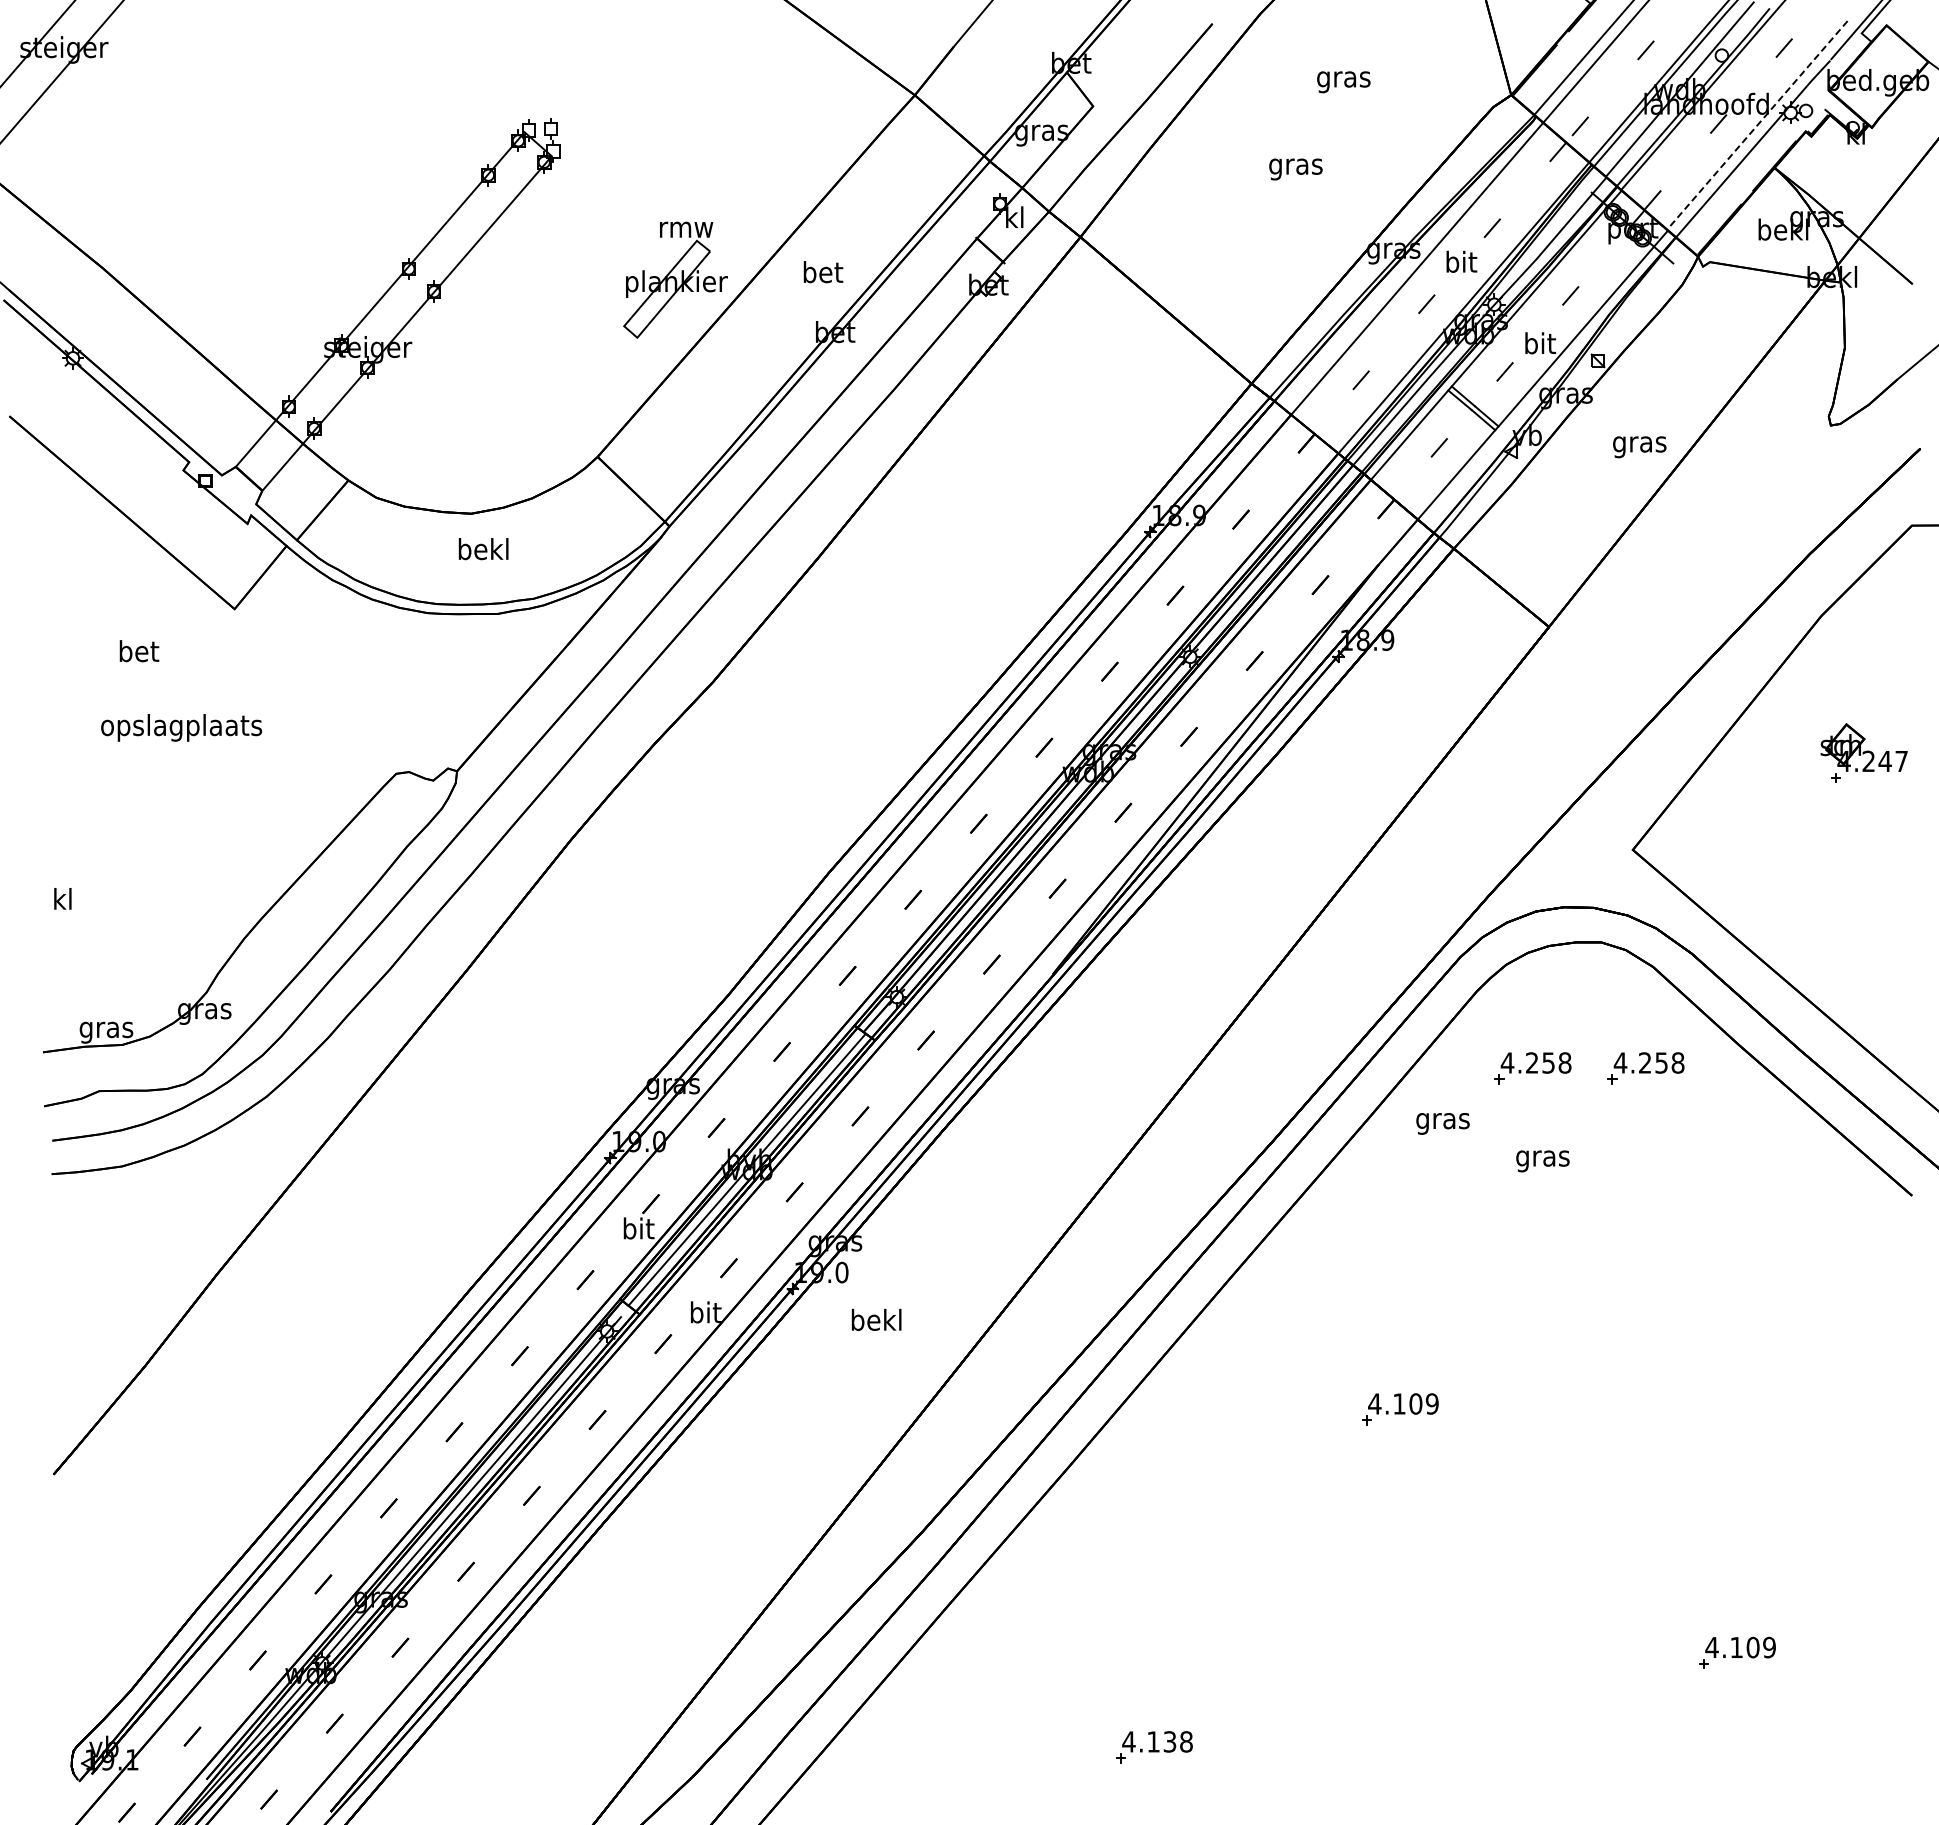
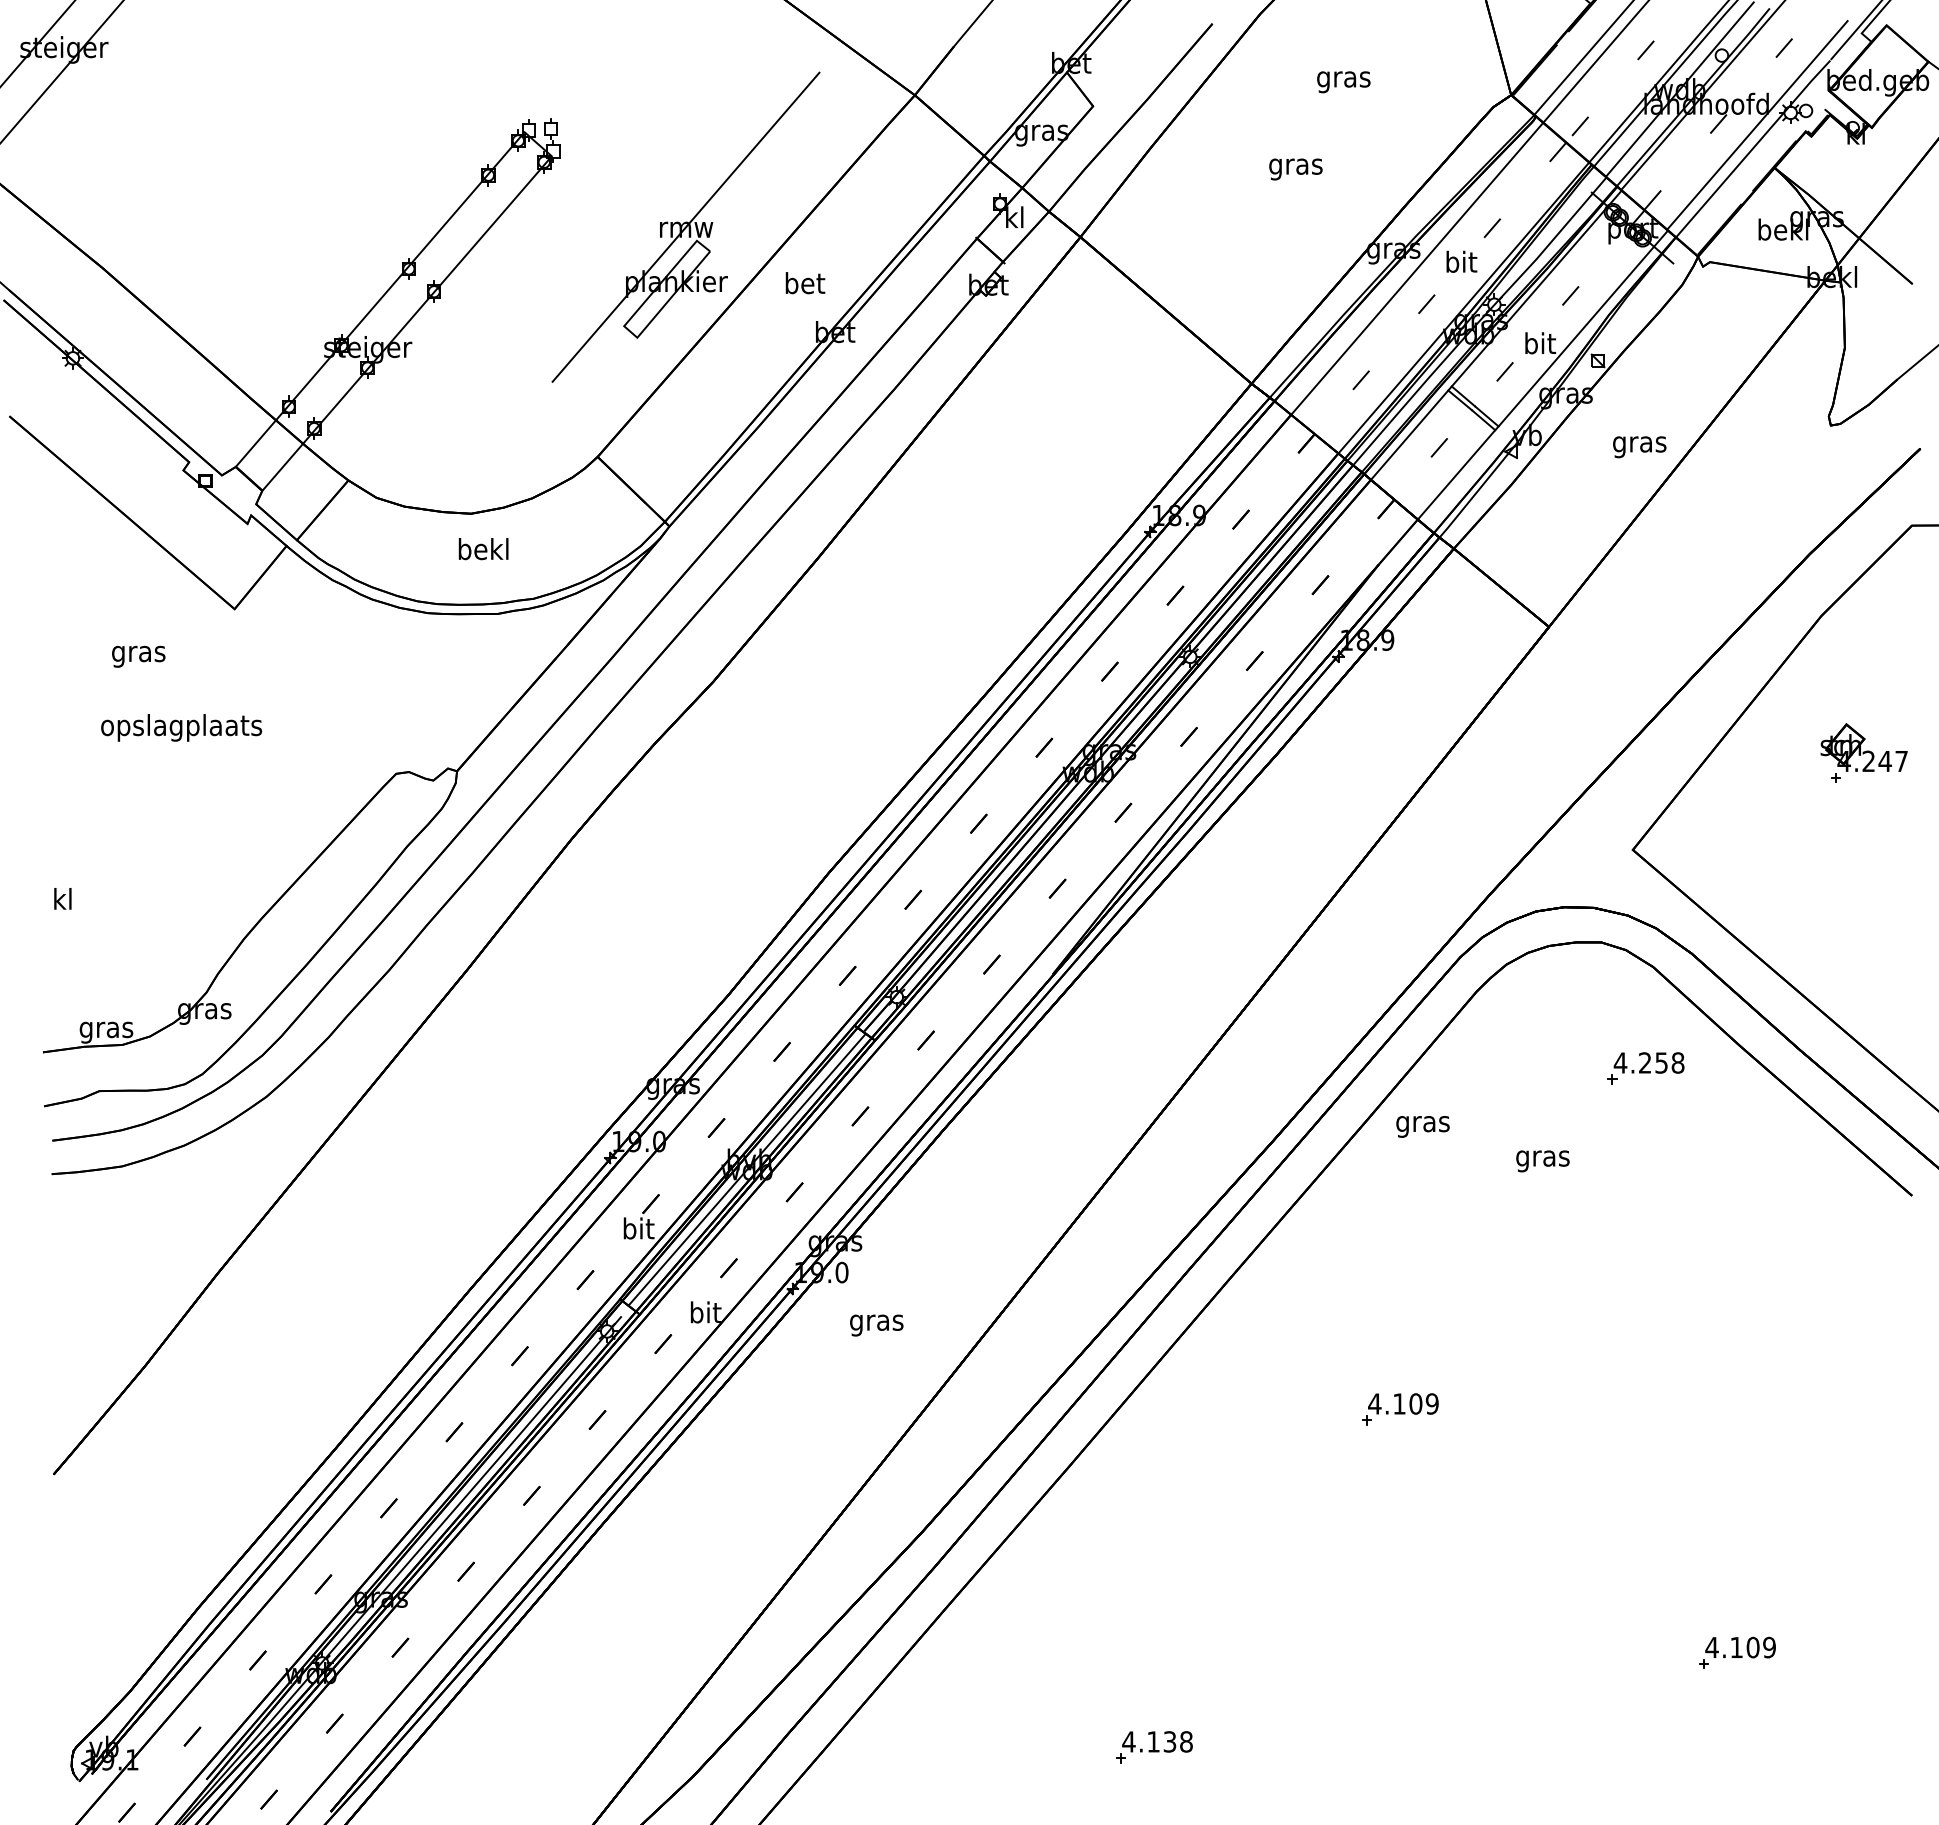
line at (1757, 125): dashed -> solid
line at (685, 226): none -> present
text at (823, 272) position: (823, 272) -> (805, 283)
text at (138, 653): bet -> gras
part at (1532, 1068): present -> none
text at (1442, 1123) position: (1442, 1123) -> (1422, 1126)
text at (876, 1322): bekl -> gras
